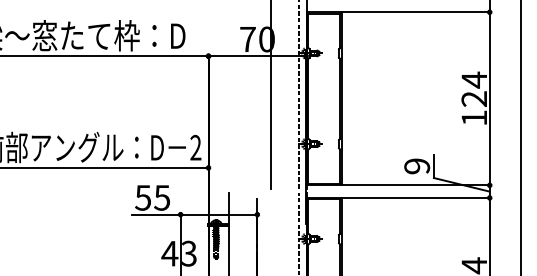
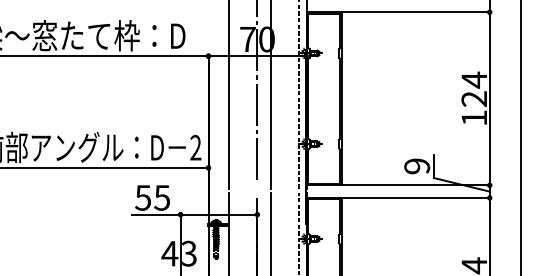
line at (257, 92): none -> present
line at (228, 95): none -> present
line at (270, 232): none -> present
